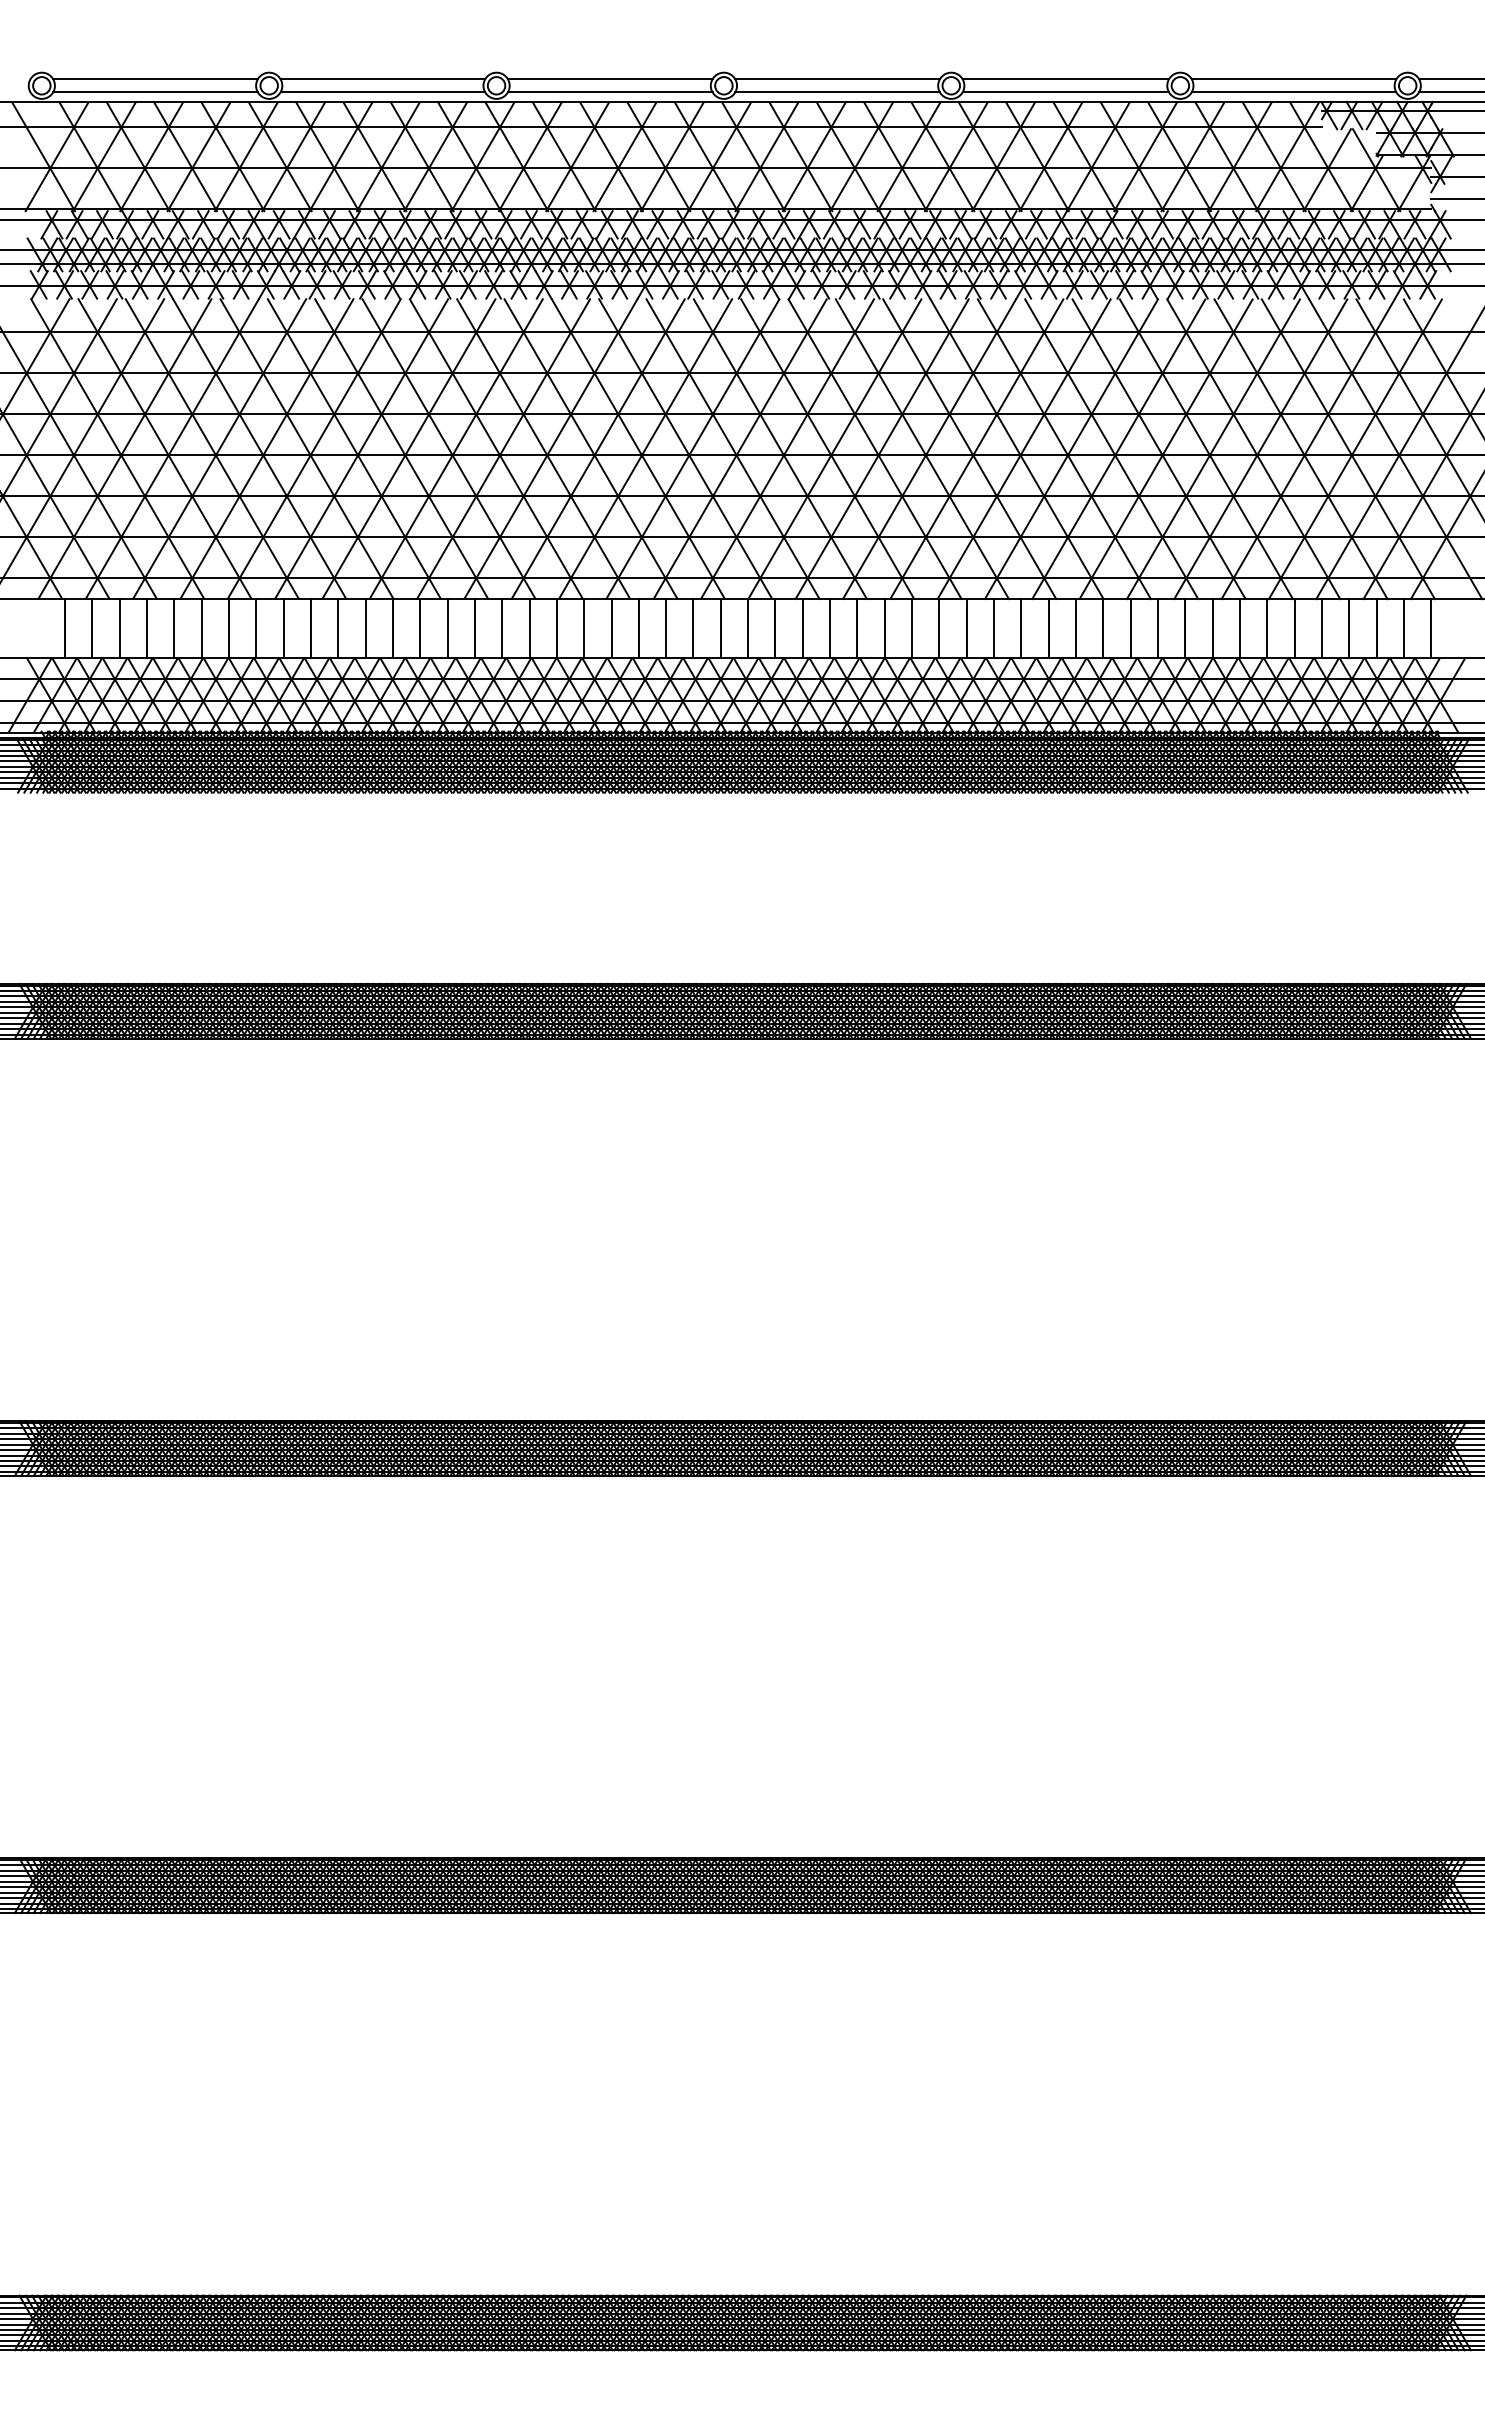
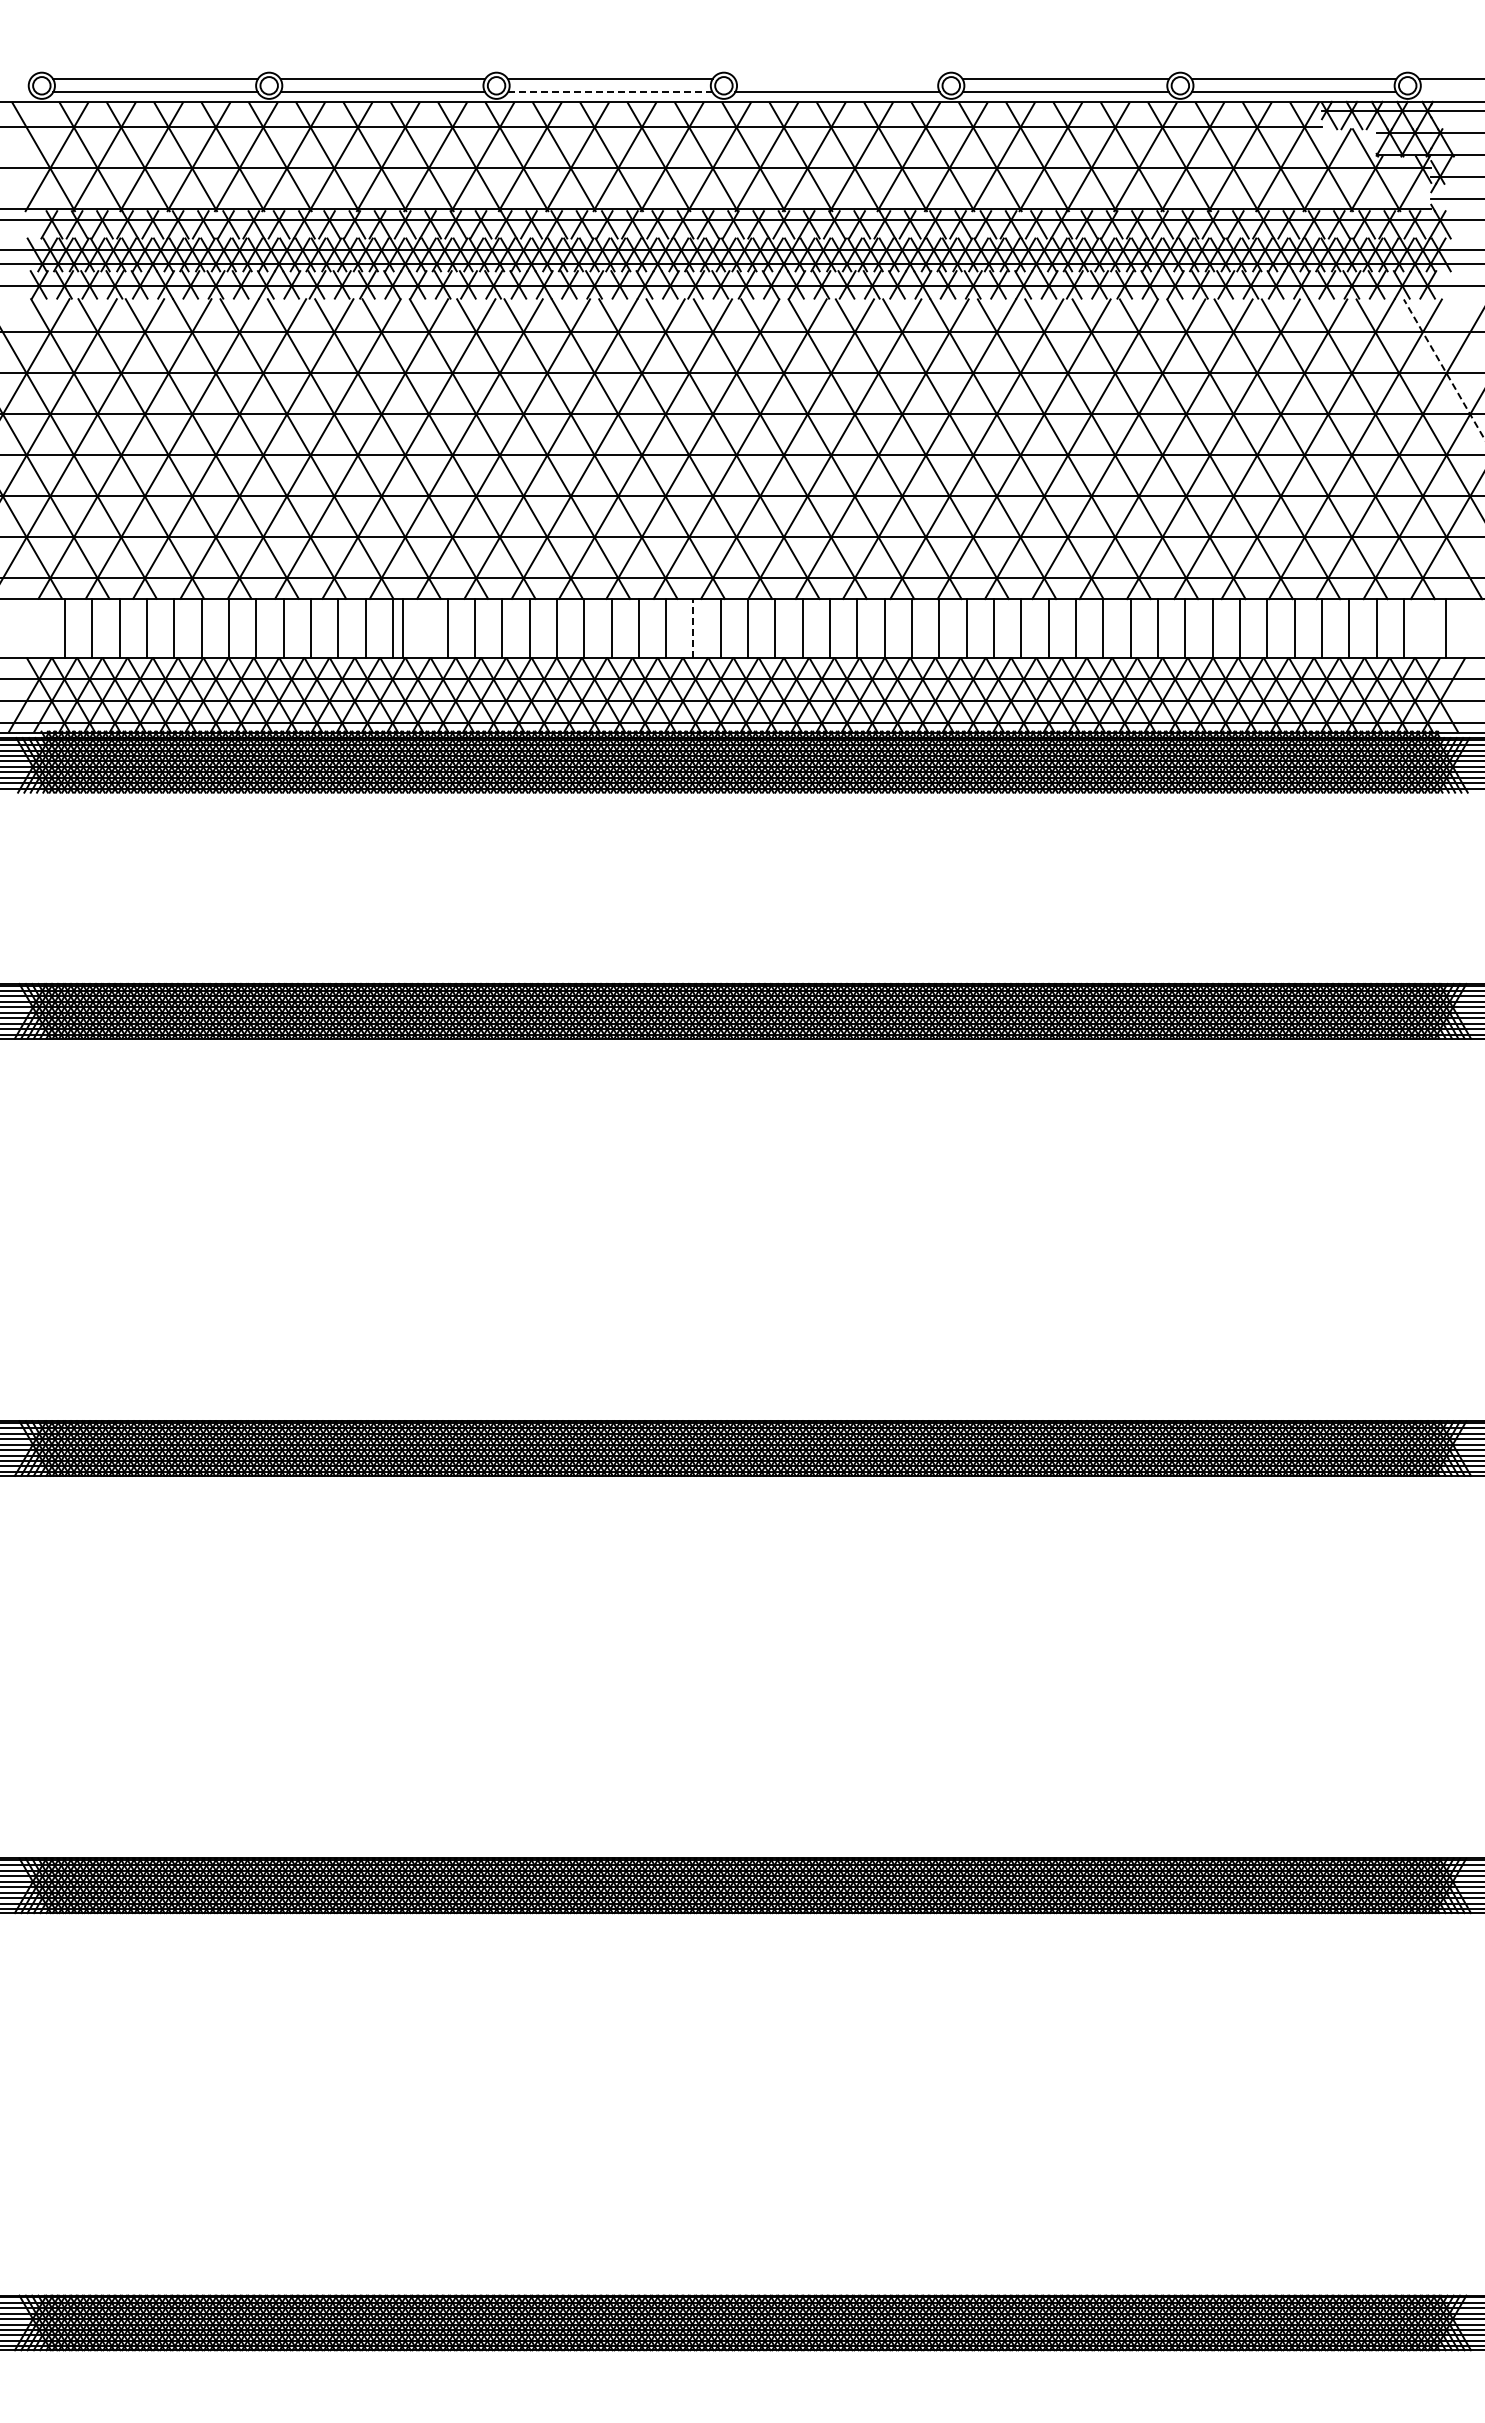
line at (837, 79): present -> none
line at (610, 92): solid -> dashed
line at (1450, 92): present -> none
line at (1444, 369): solid -> dashed
line at (420, 628) position: (420, 628) -> (403, 628)
line at (693, 628): solid -> dashed
line at (1431, 628) position: (1431, 628) -> (1446, 628)
